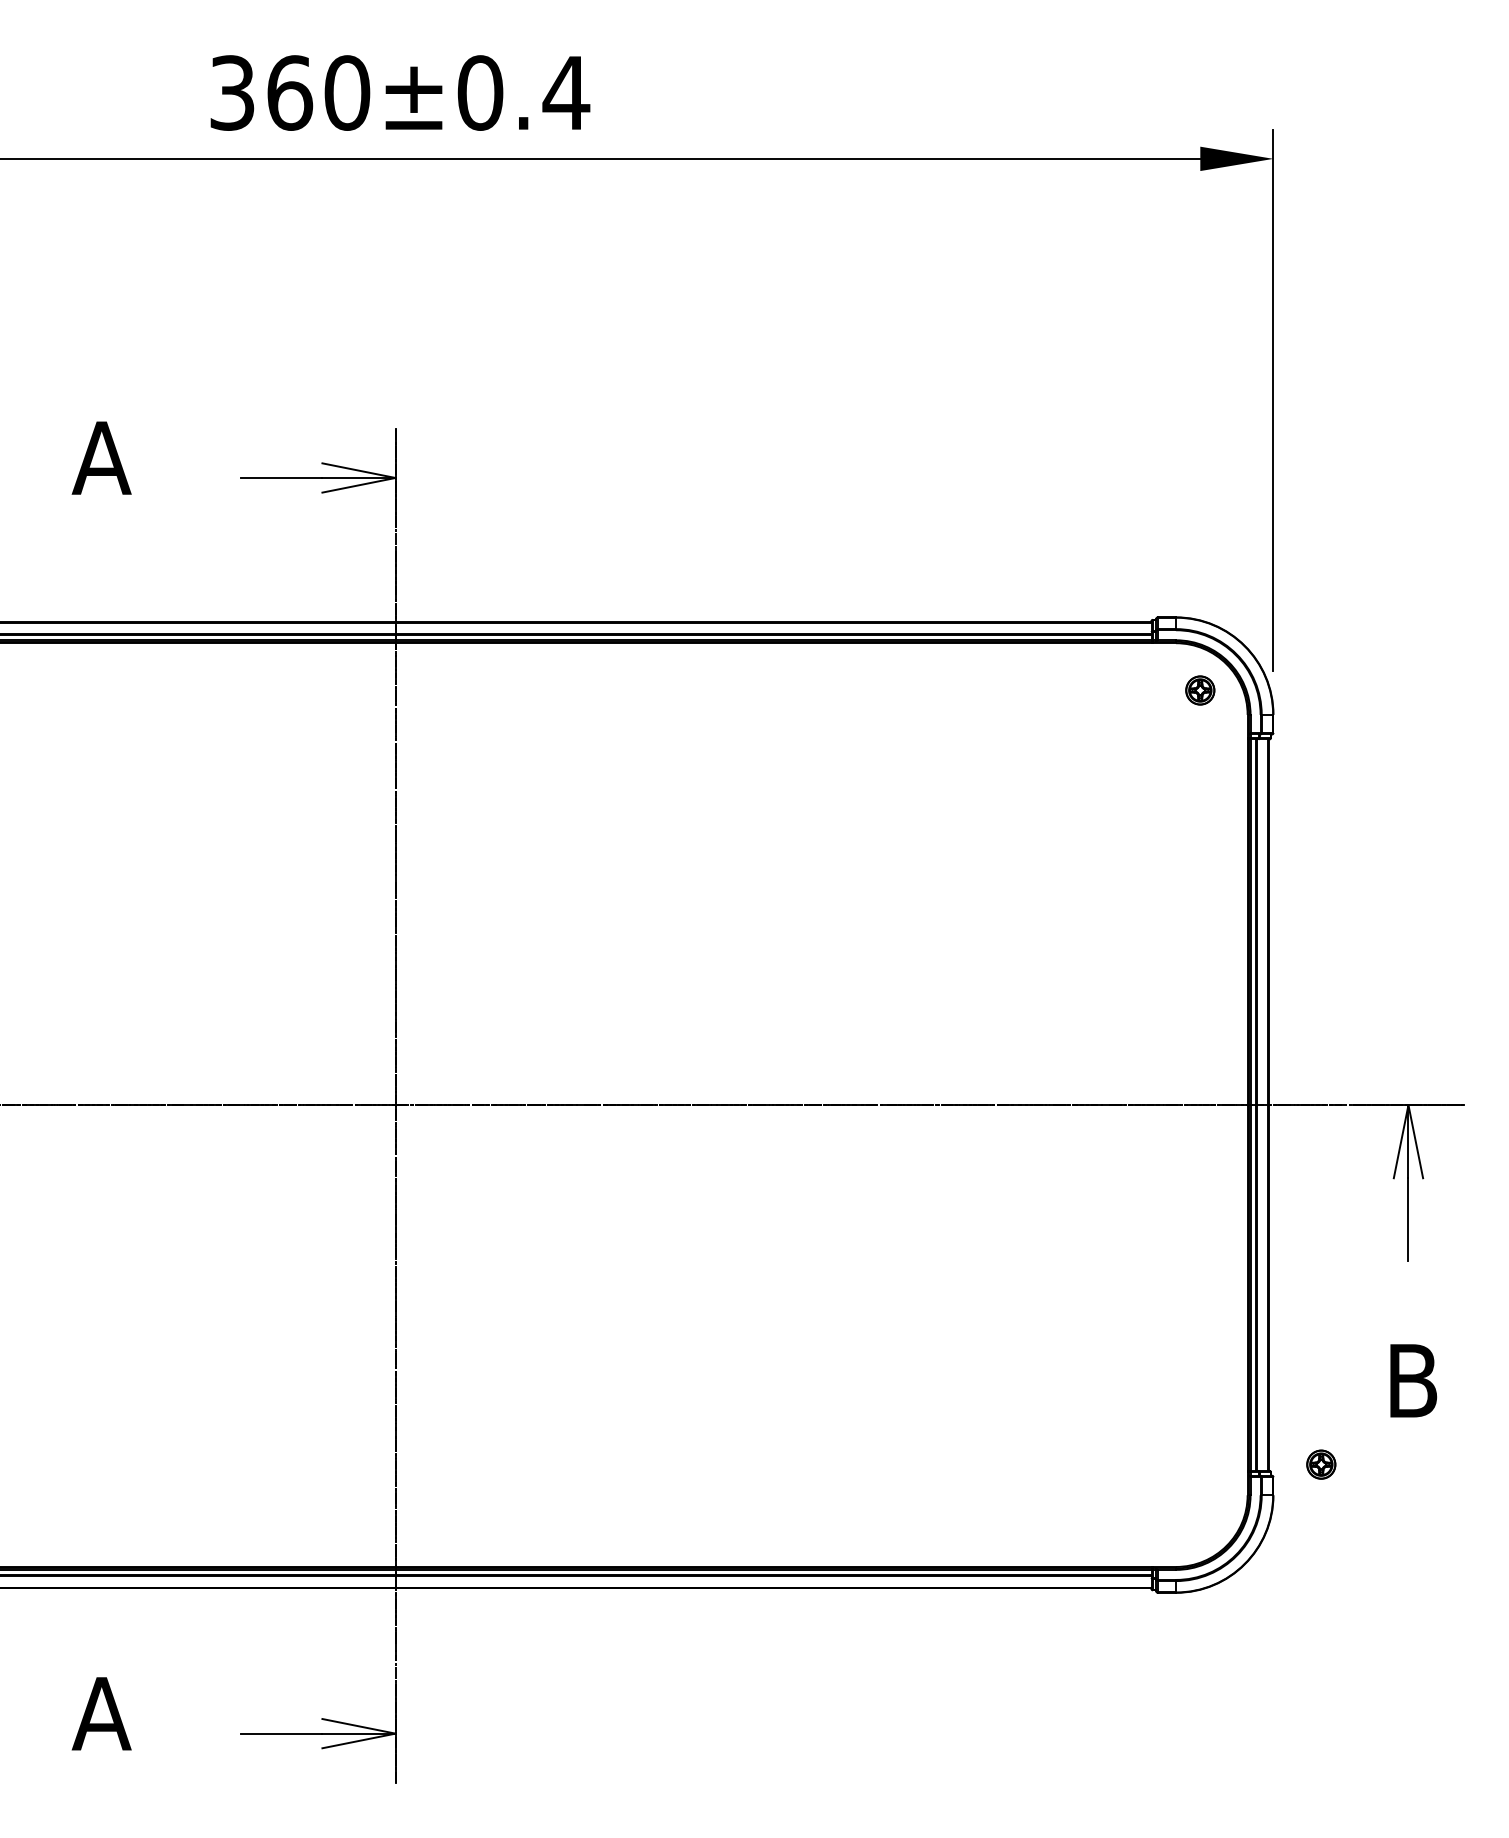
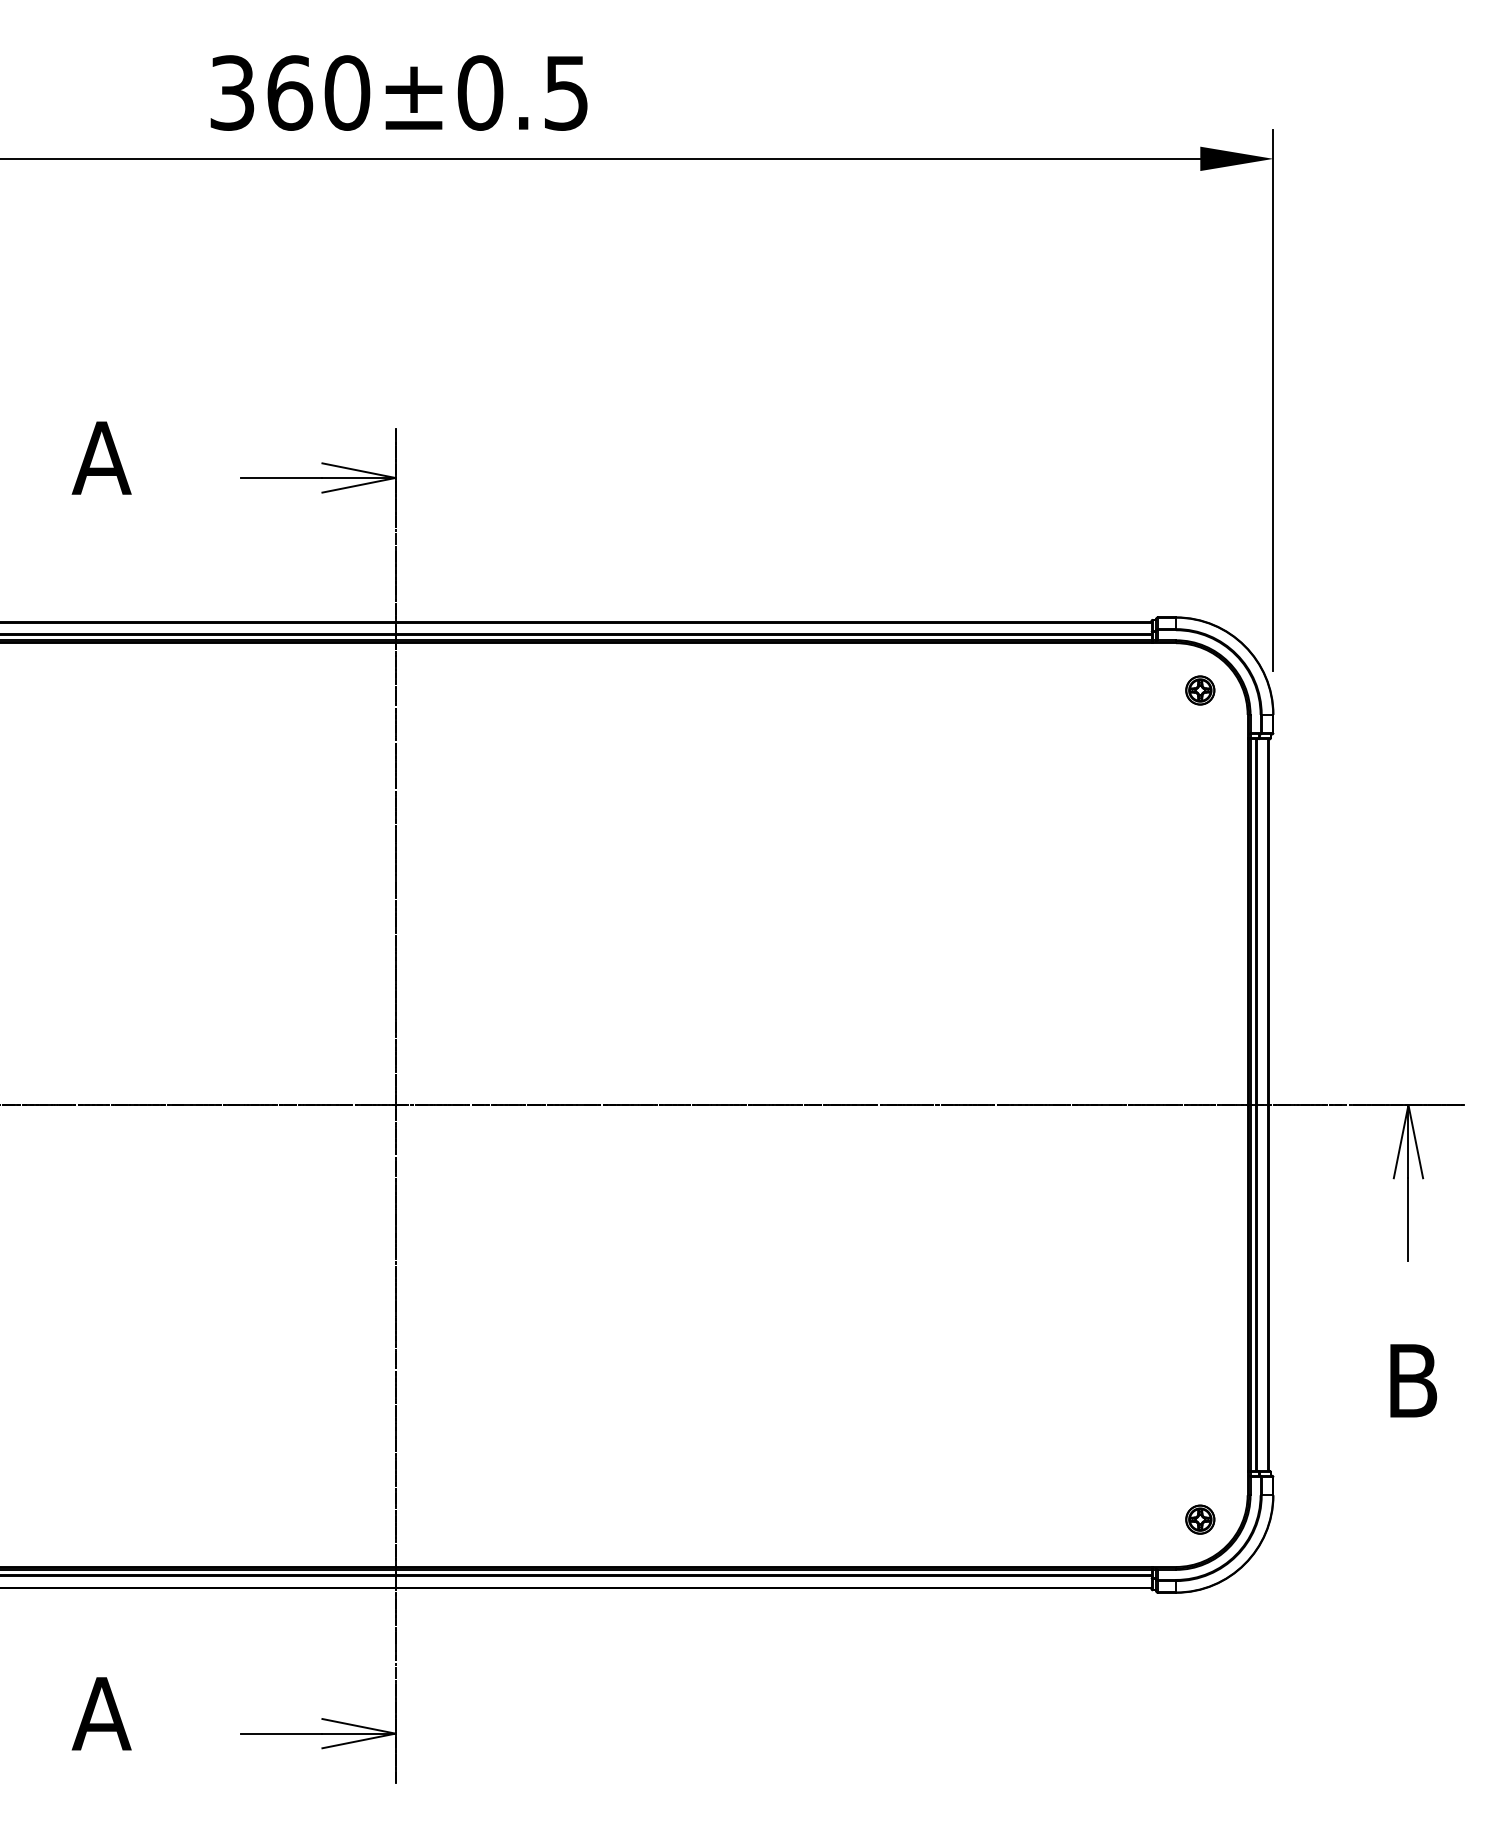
text at (566, 93): 360±0.4 -> 360±0.5
part at (1321, 1464) position: (1321, 1464) -> (1200, 1519)
